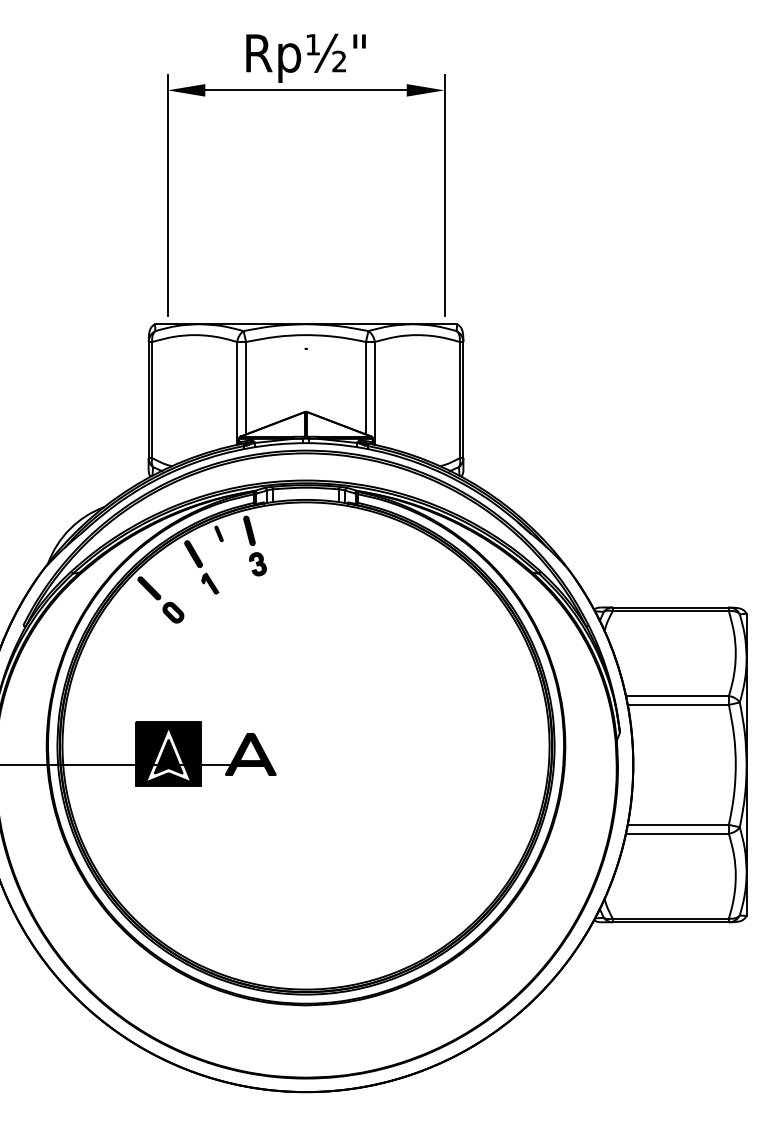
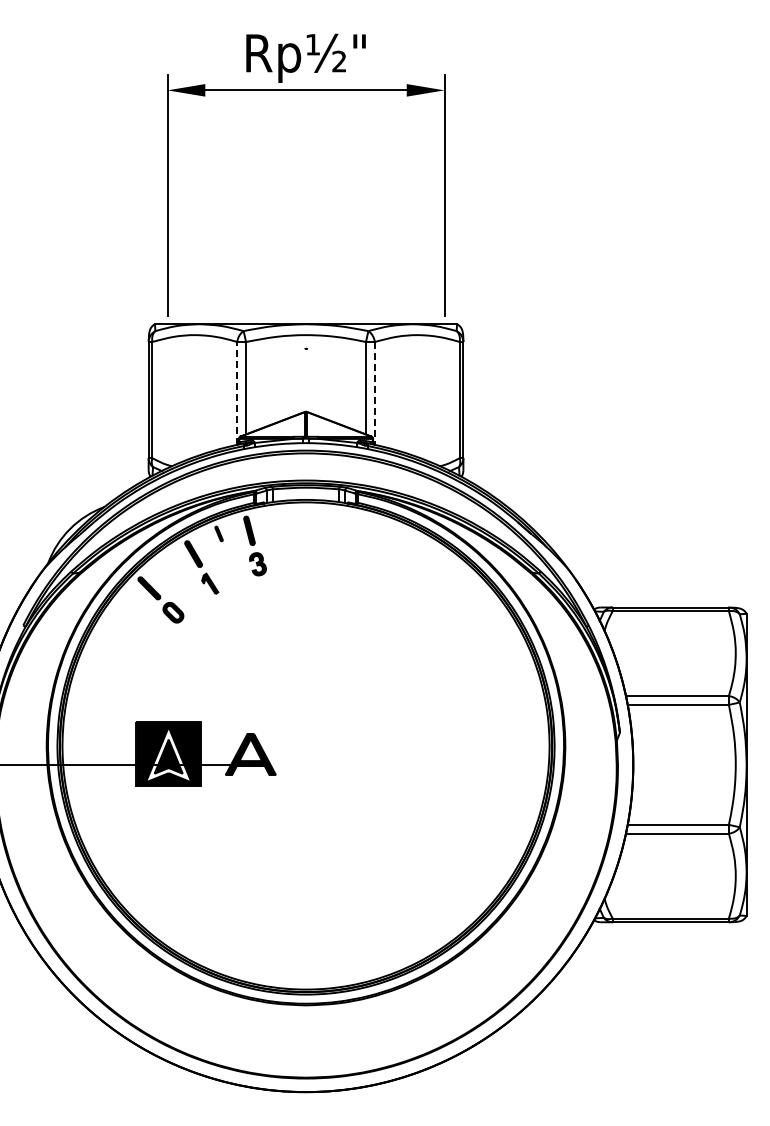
line at (237, 392): solid -> dashed
line at (374, 393): solid -> dashed
